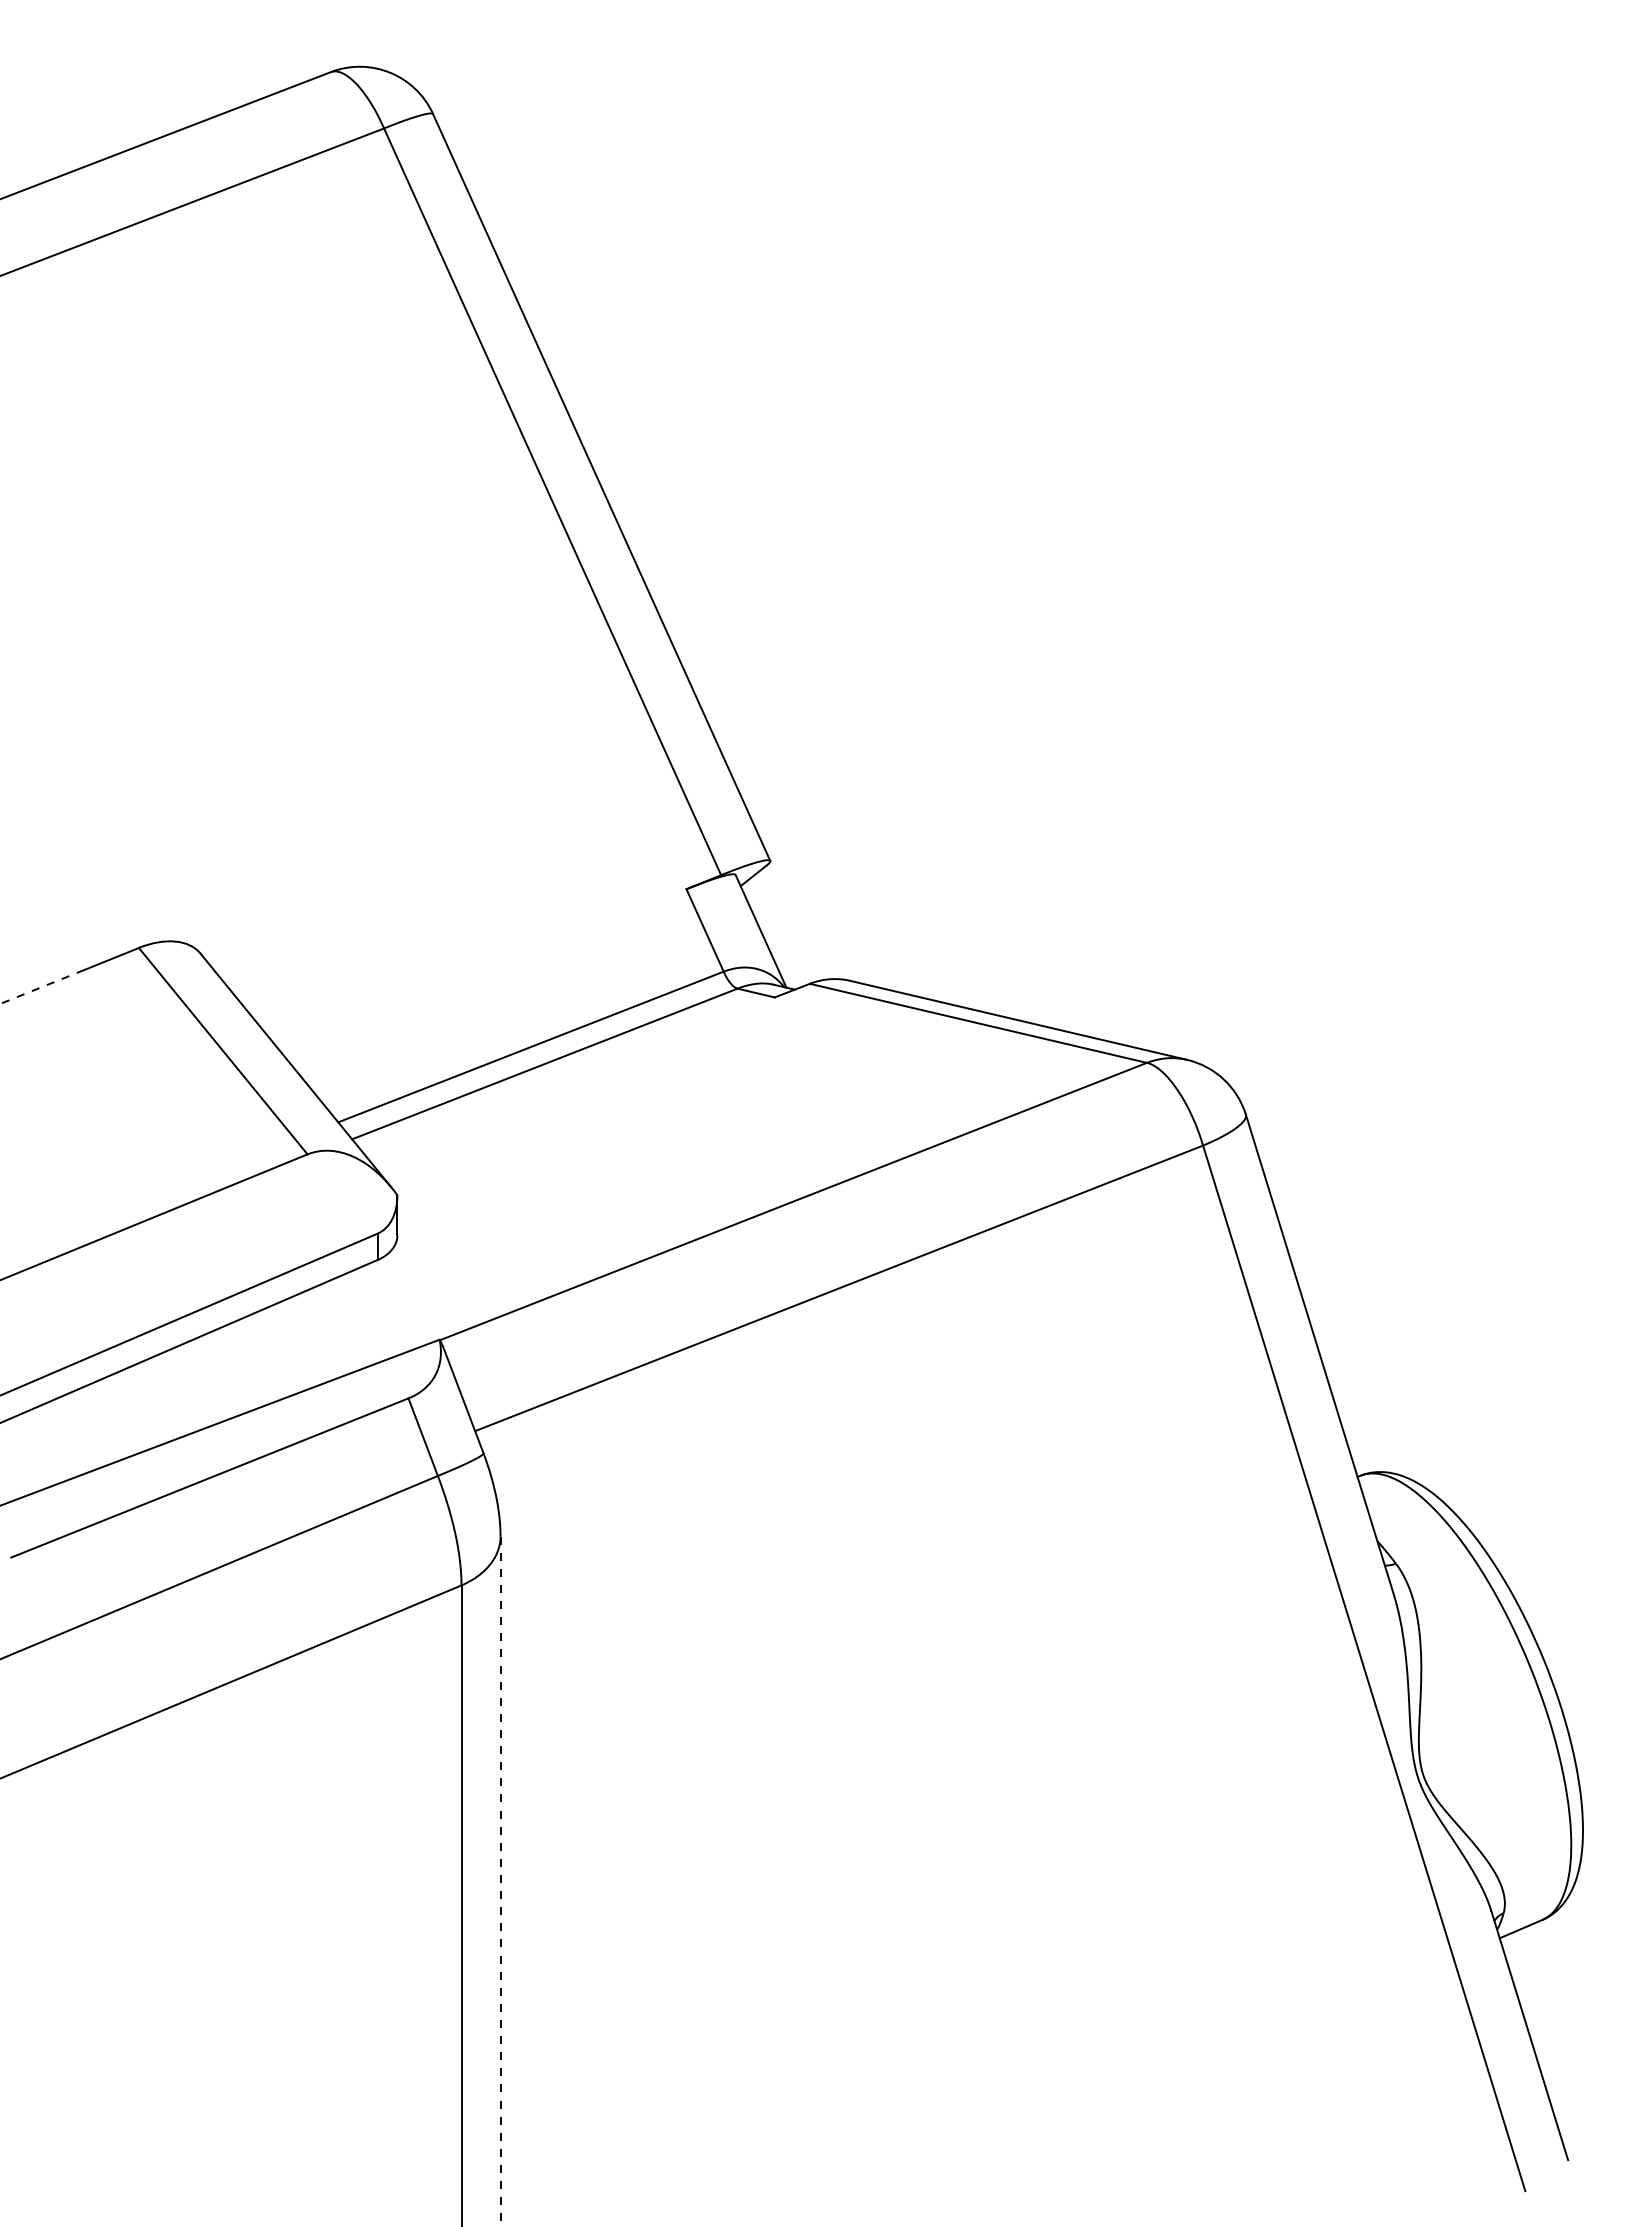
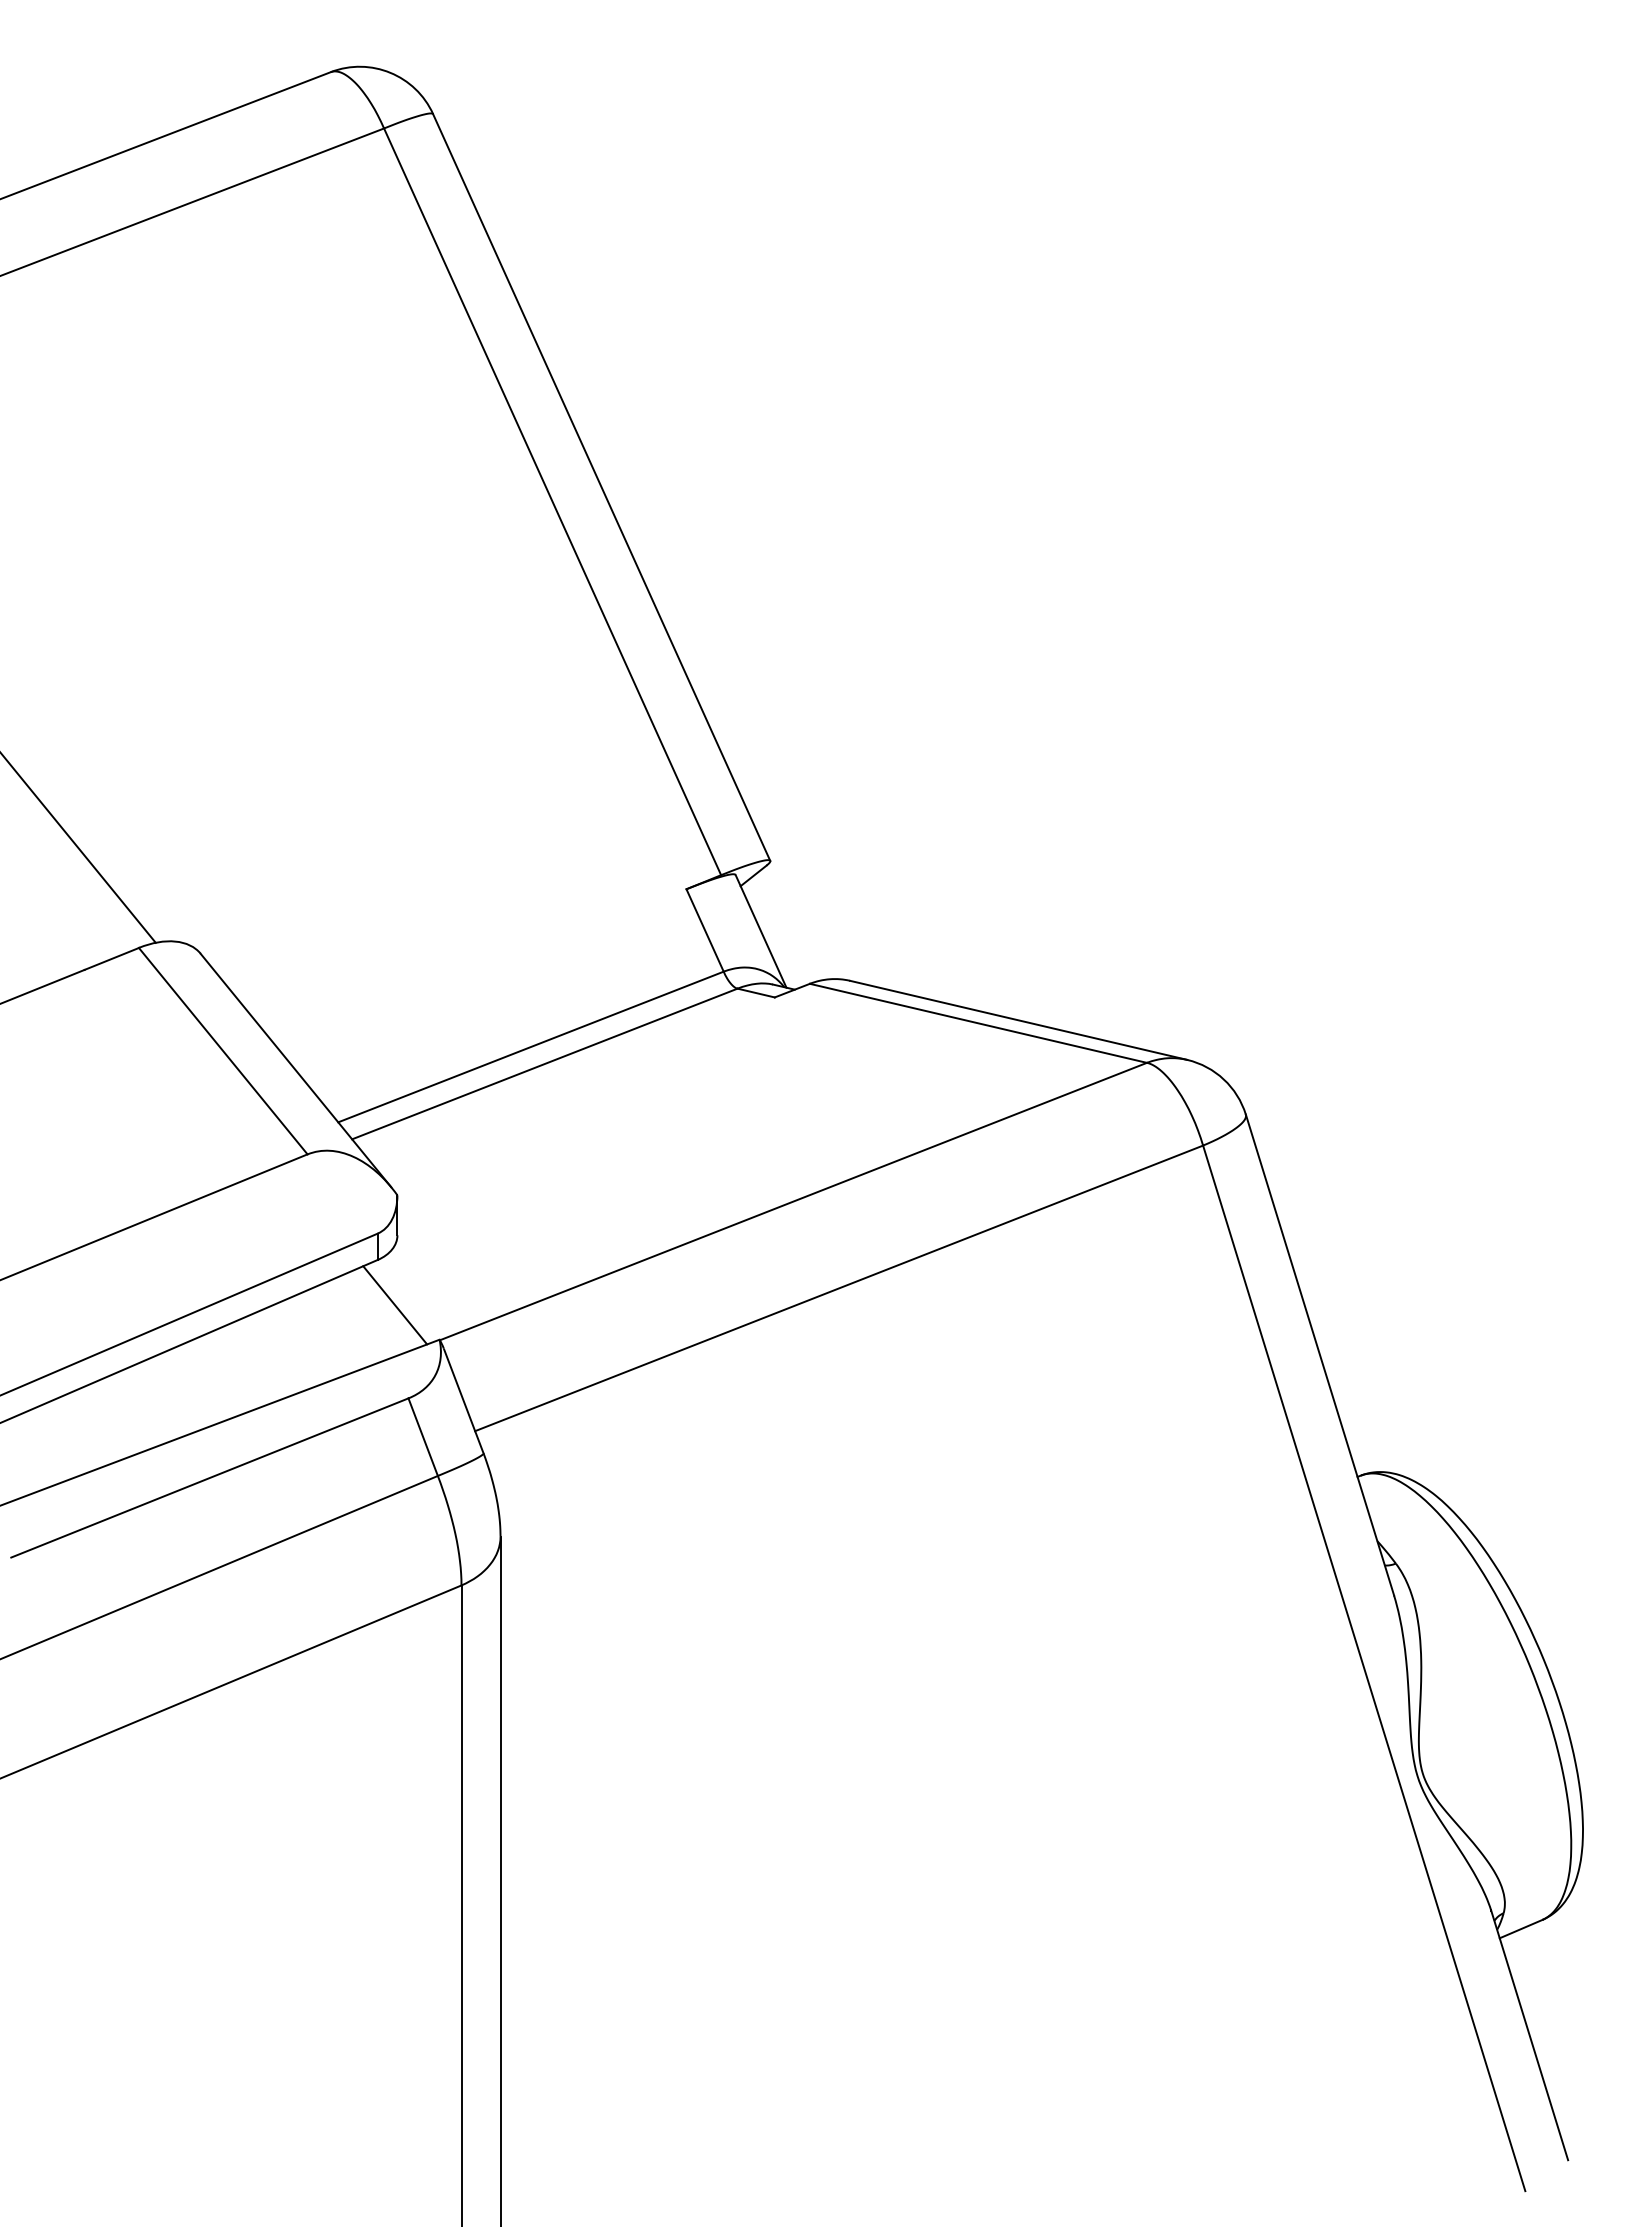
line at (78, 848): none -> present
line at (43, 986): dashed -> solid
line at (395, 1305): none -> present
line at (500, 1881): dashed -> solid
